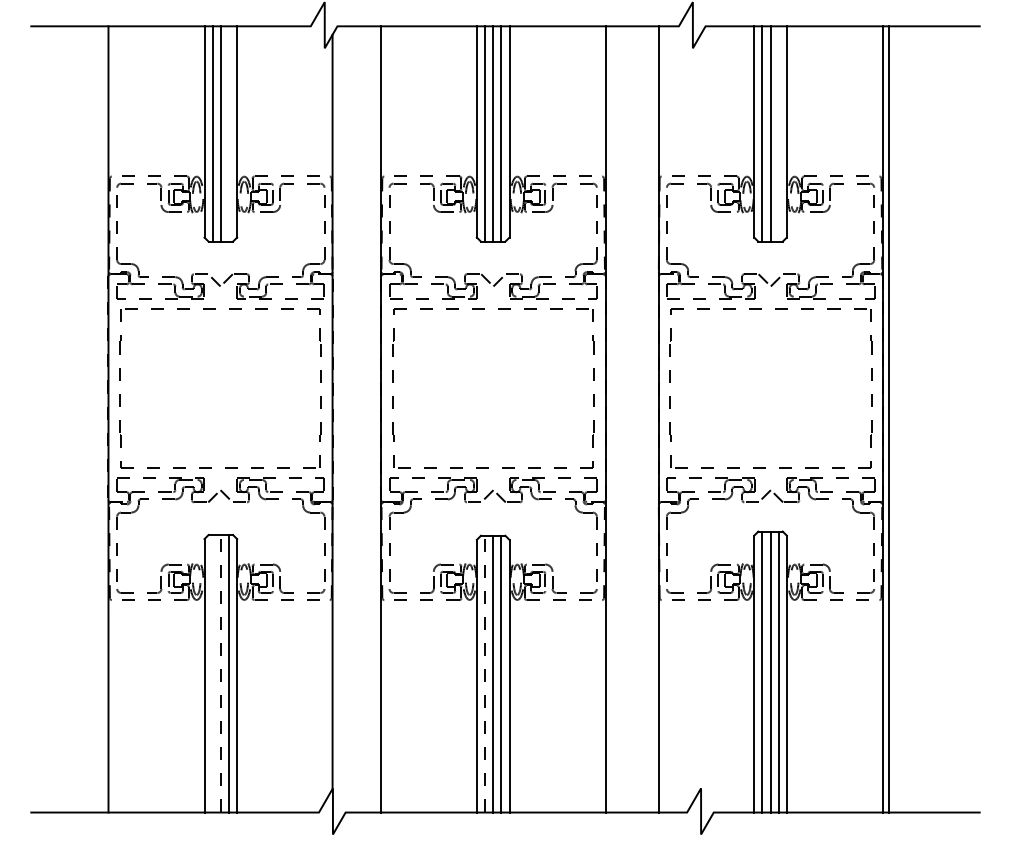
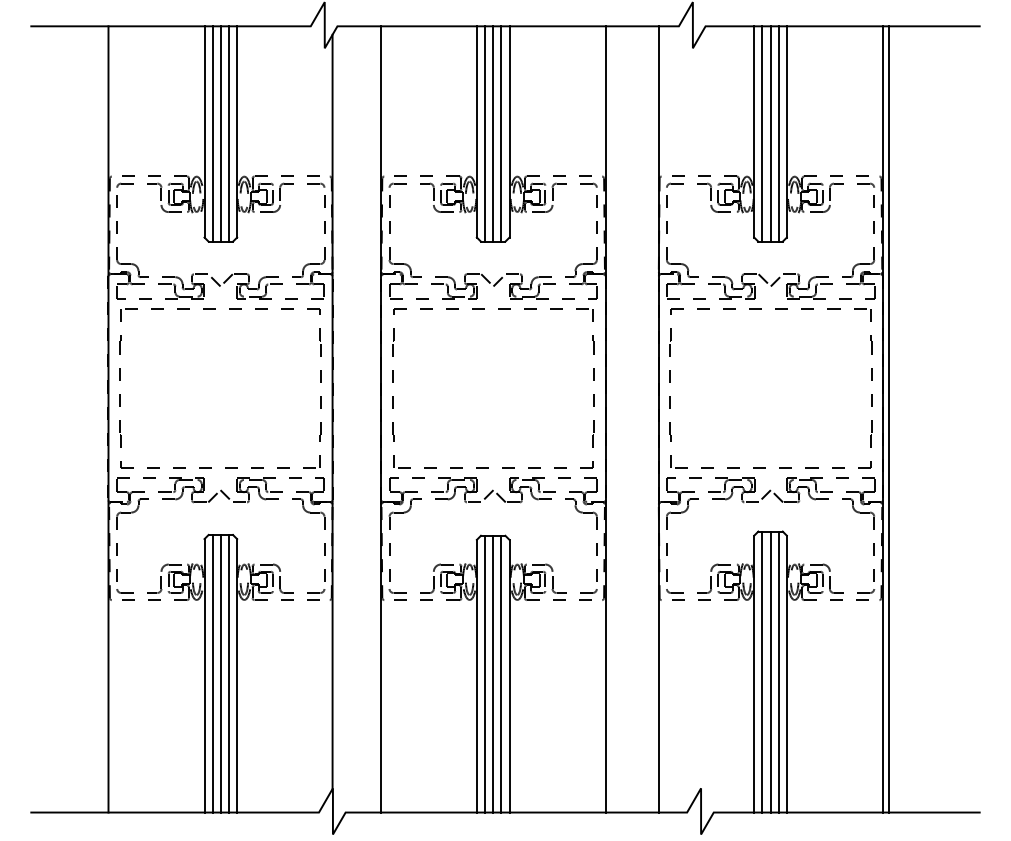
line at (228, 133): none -> present
line at (778, 133): none -> present
line at (212, 673): none -> present
line at (220, 673): dashed -> solid
line at (485, 673): dashed -> solid
